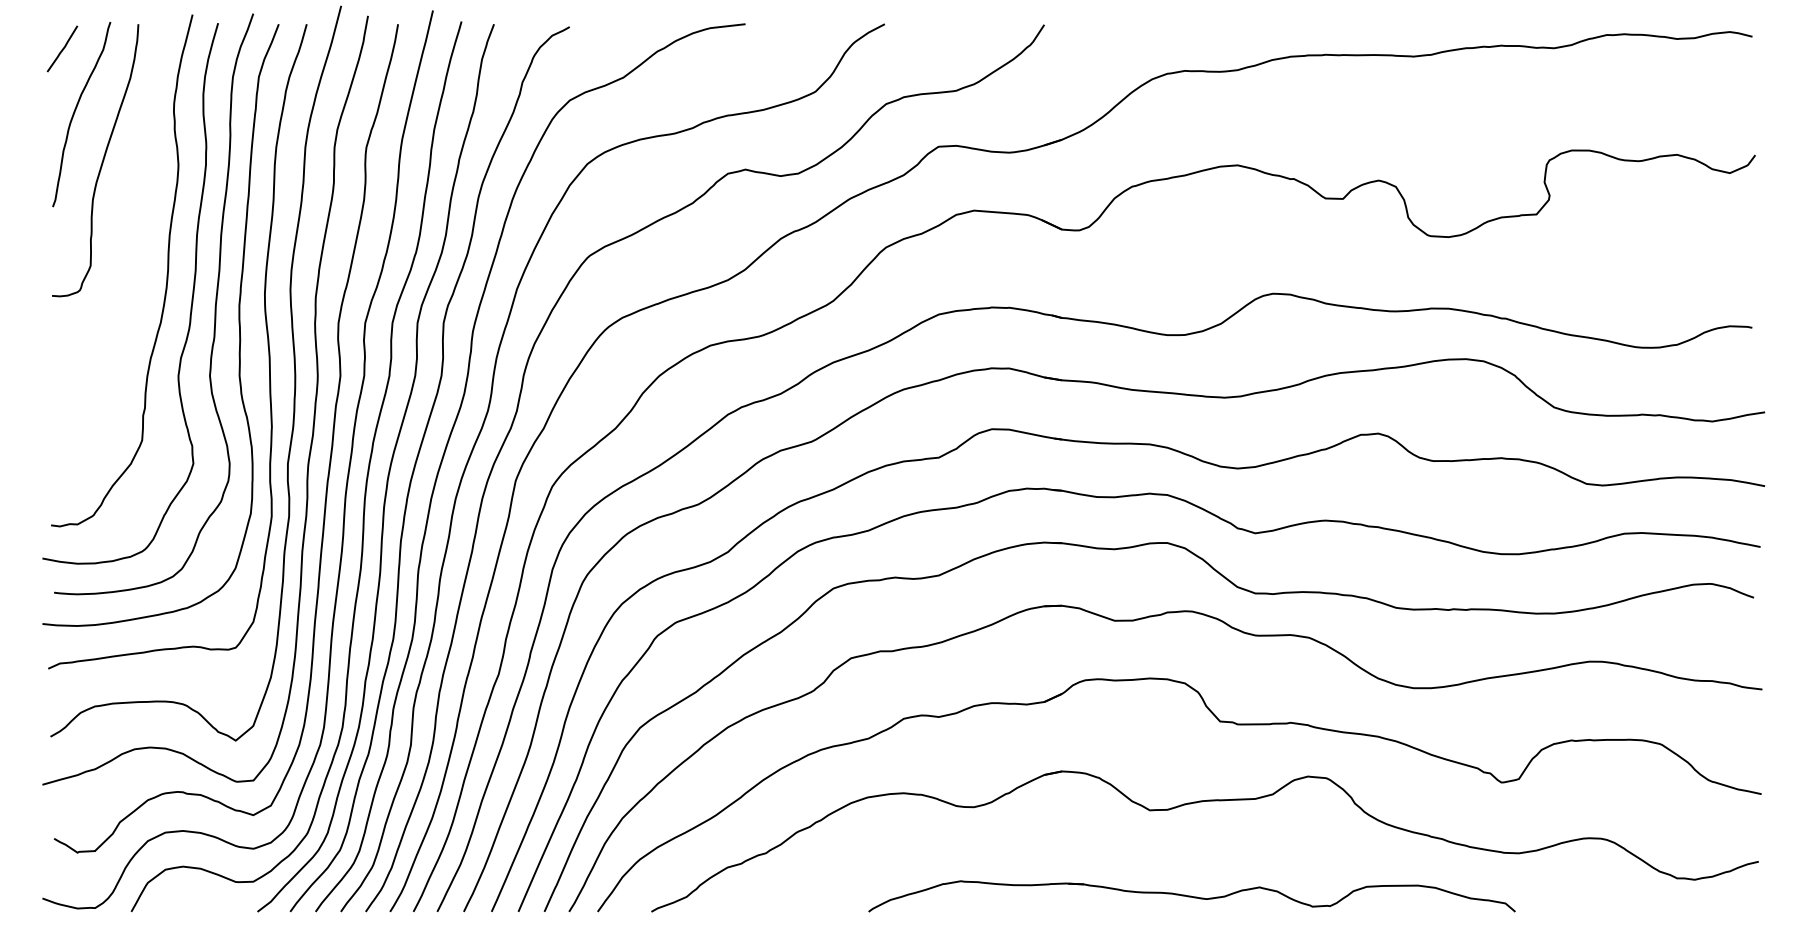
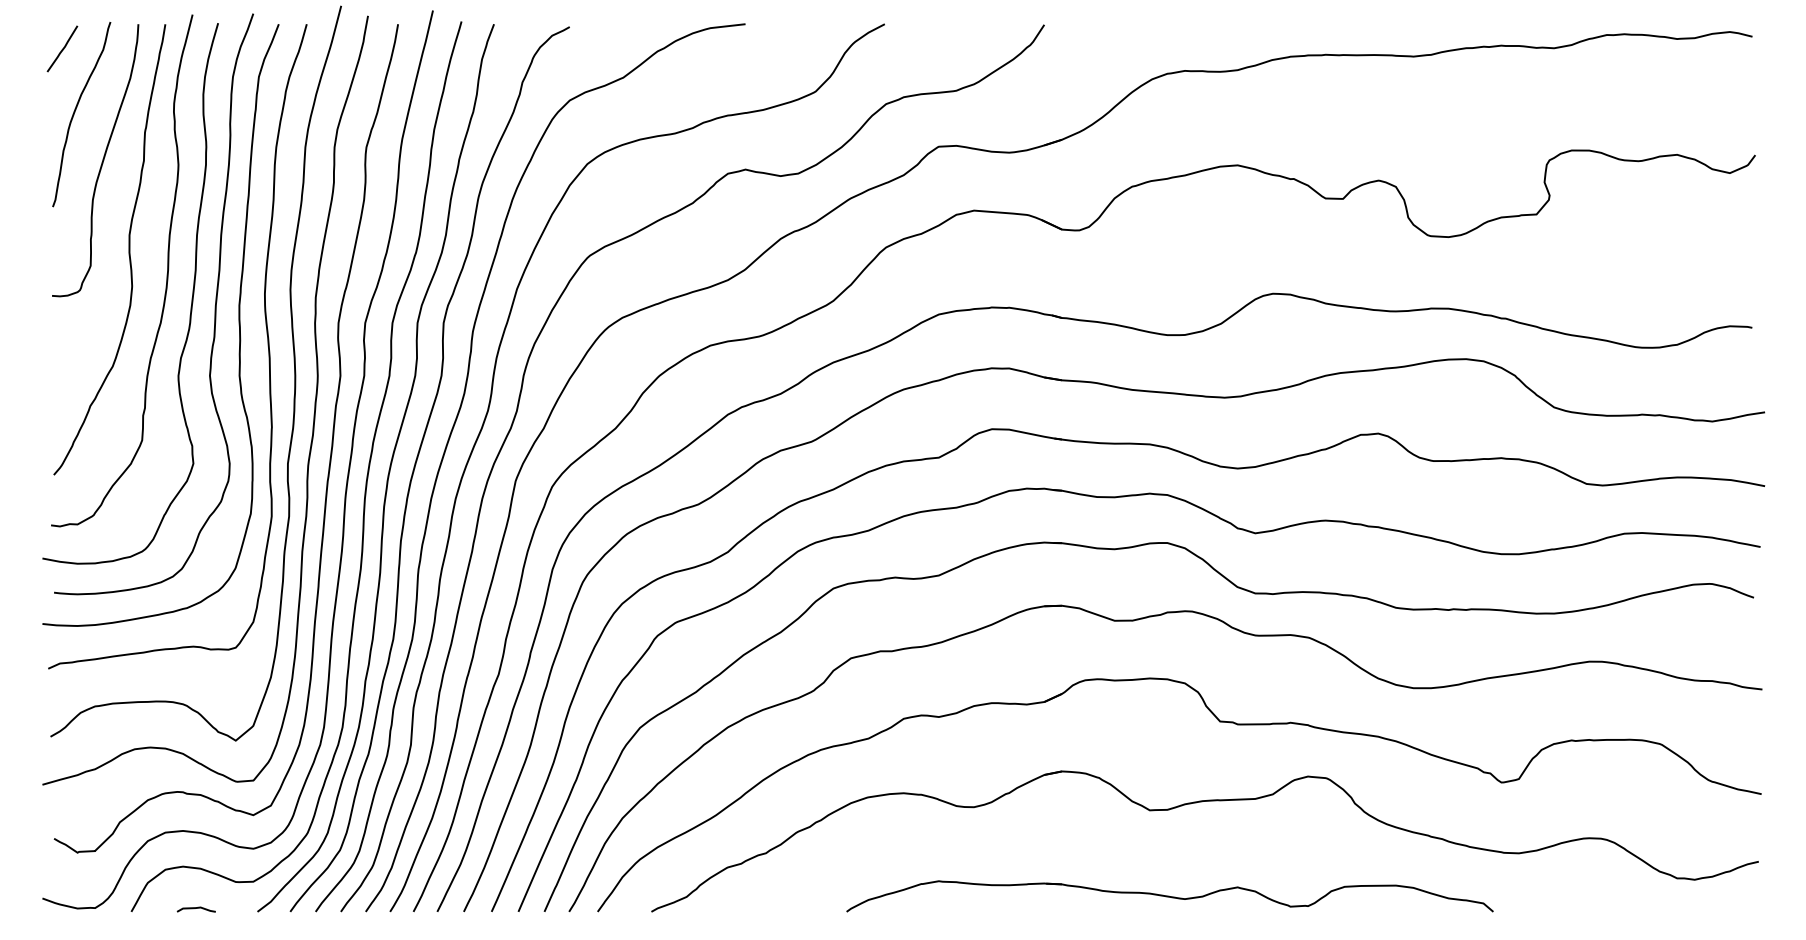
curve at (128, 249): none -> present
part at (1191, 896) position: (1191, 896) -> (1169, 896)
curve at (195, 908): none -> present
